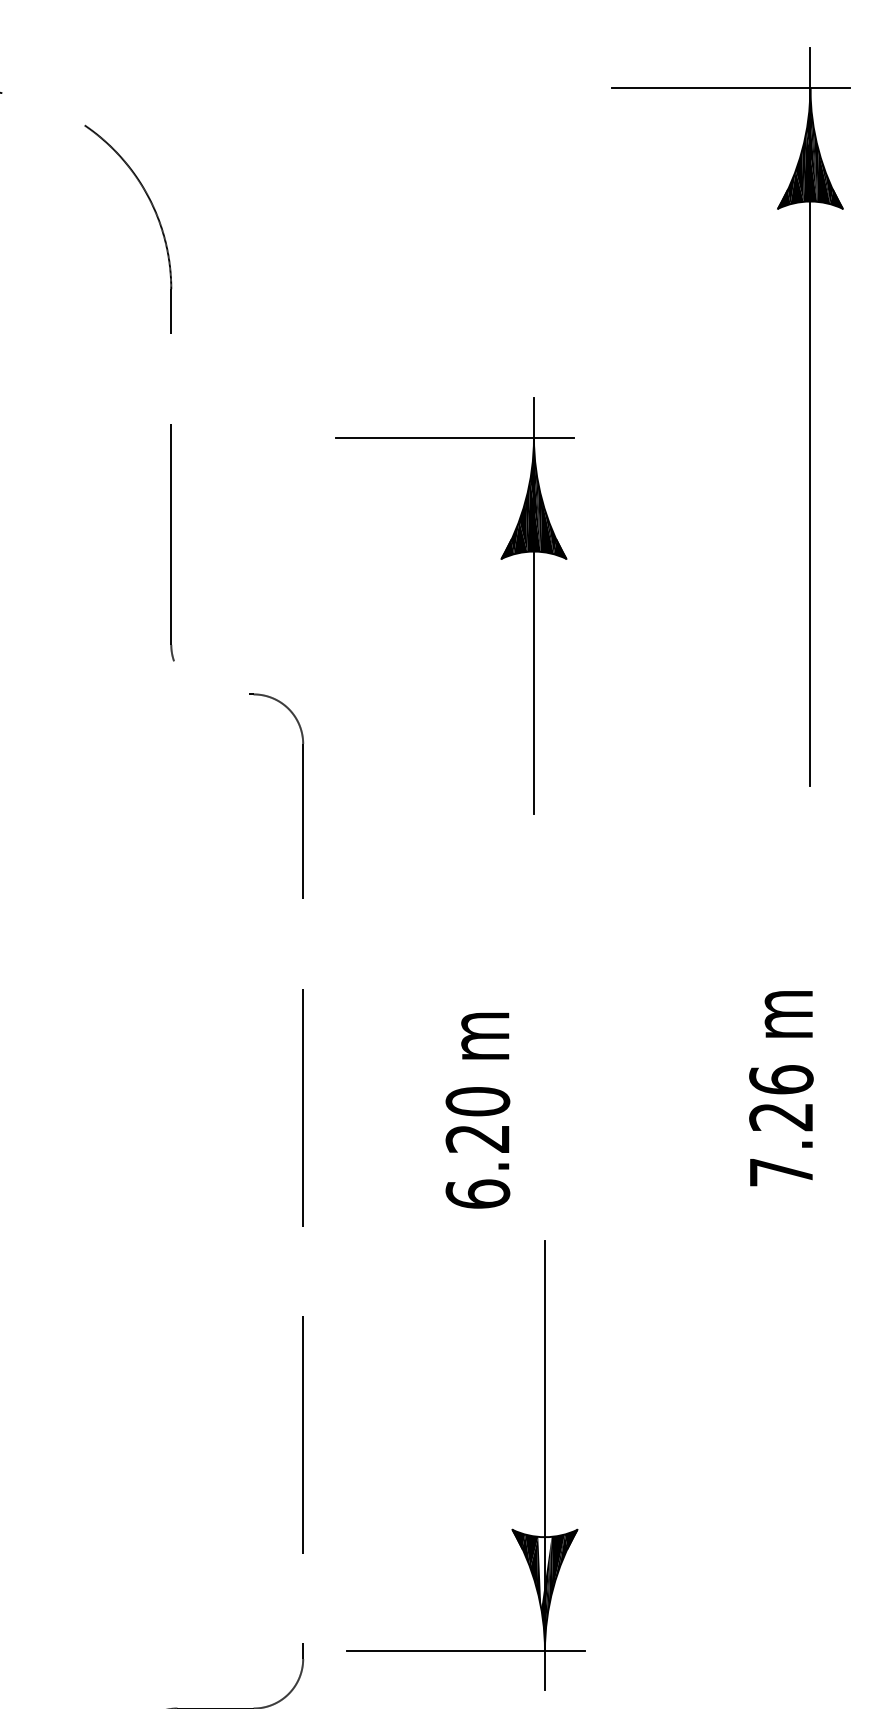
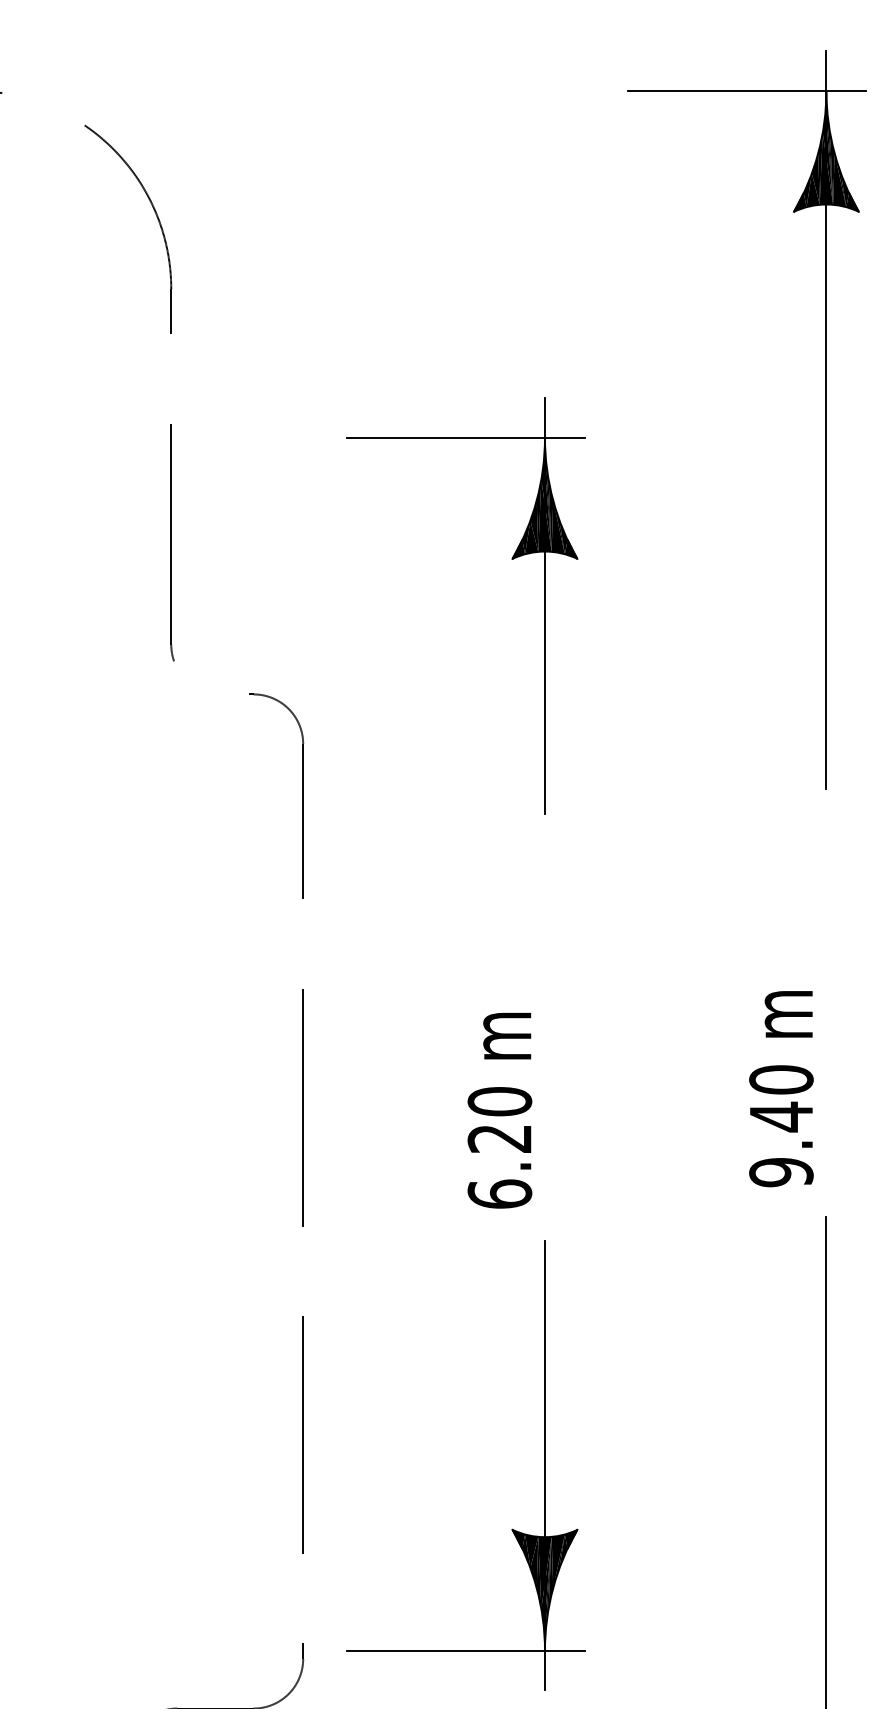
part at (809, 416) position: (809, 416) -> (825, 419)
part at (500, 559) position: (500, 559) -> (511, 559)
text at (477, 1110) position: (477, 1110) -> (499, 1110)
text at (781, 1126): 7.26 -> 9.40
line at (826, 1460): none -> present
fill at (544, 1572): none -> present
